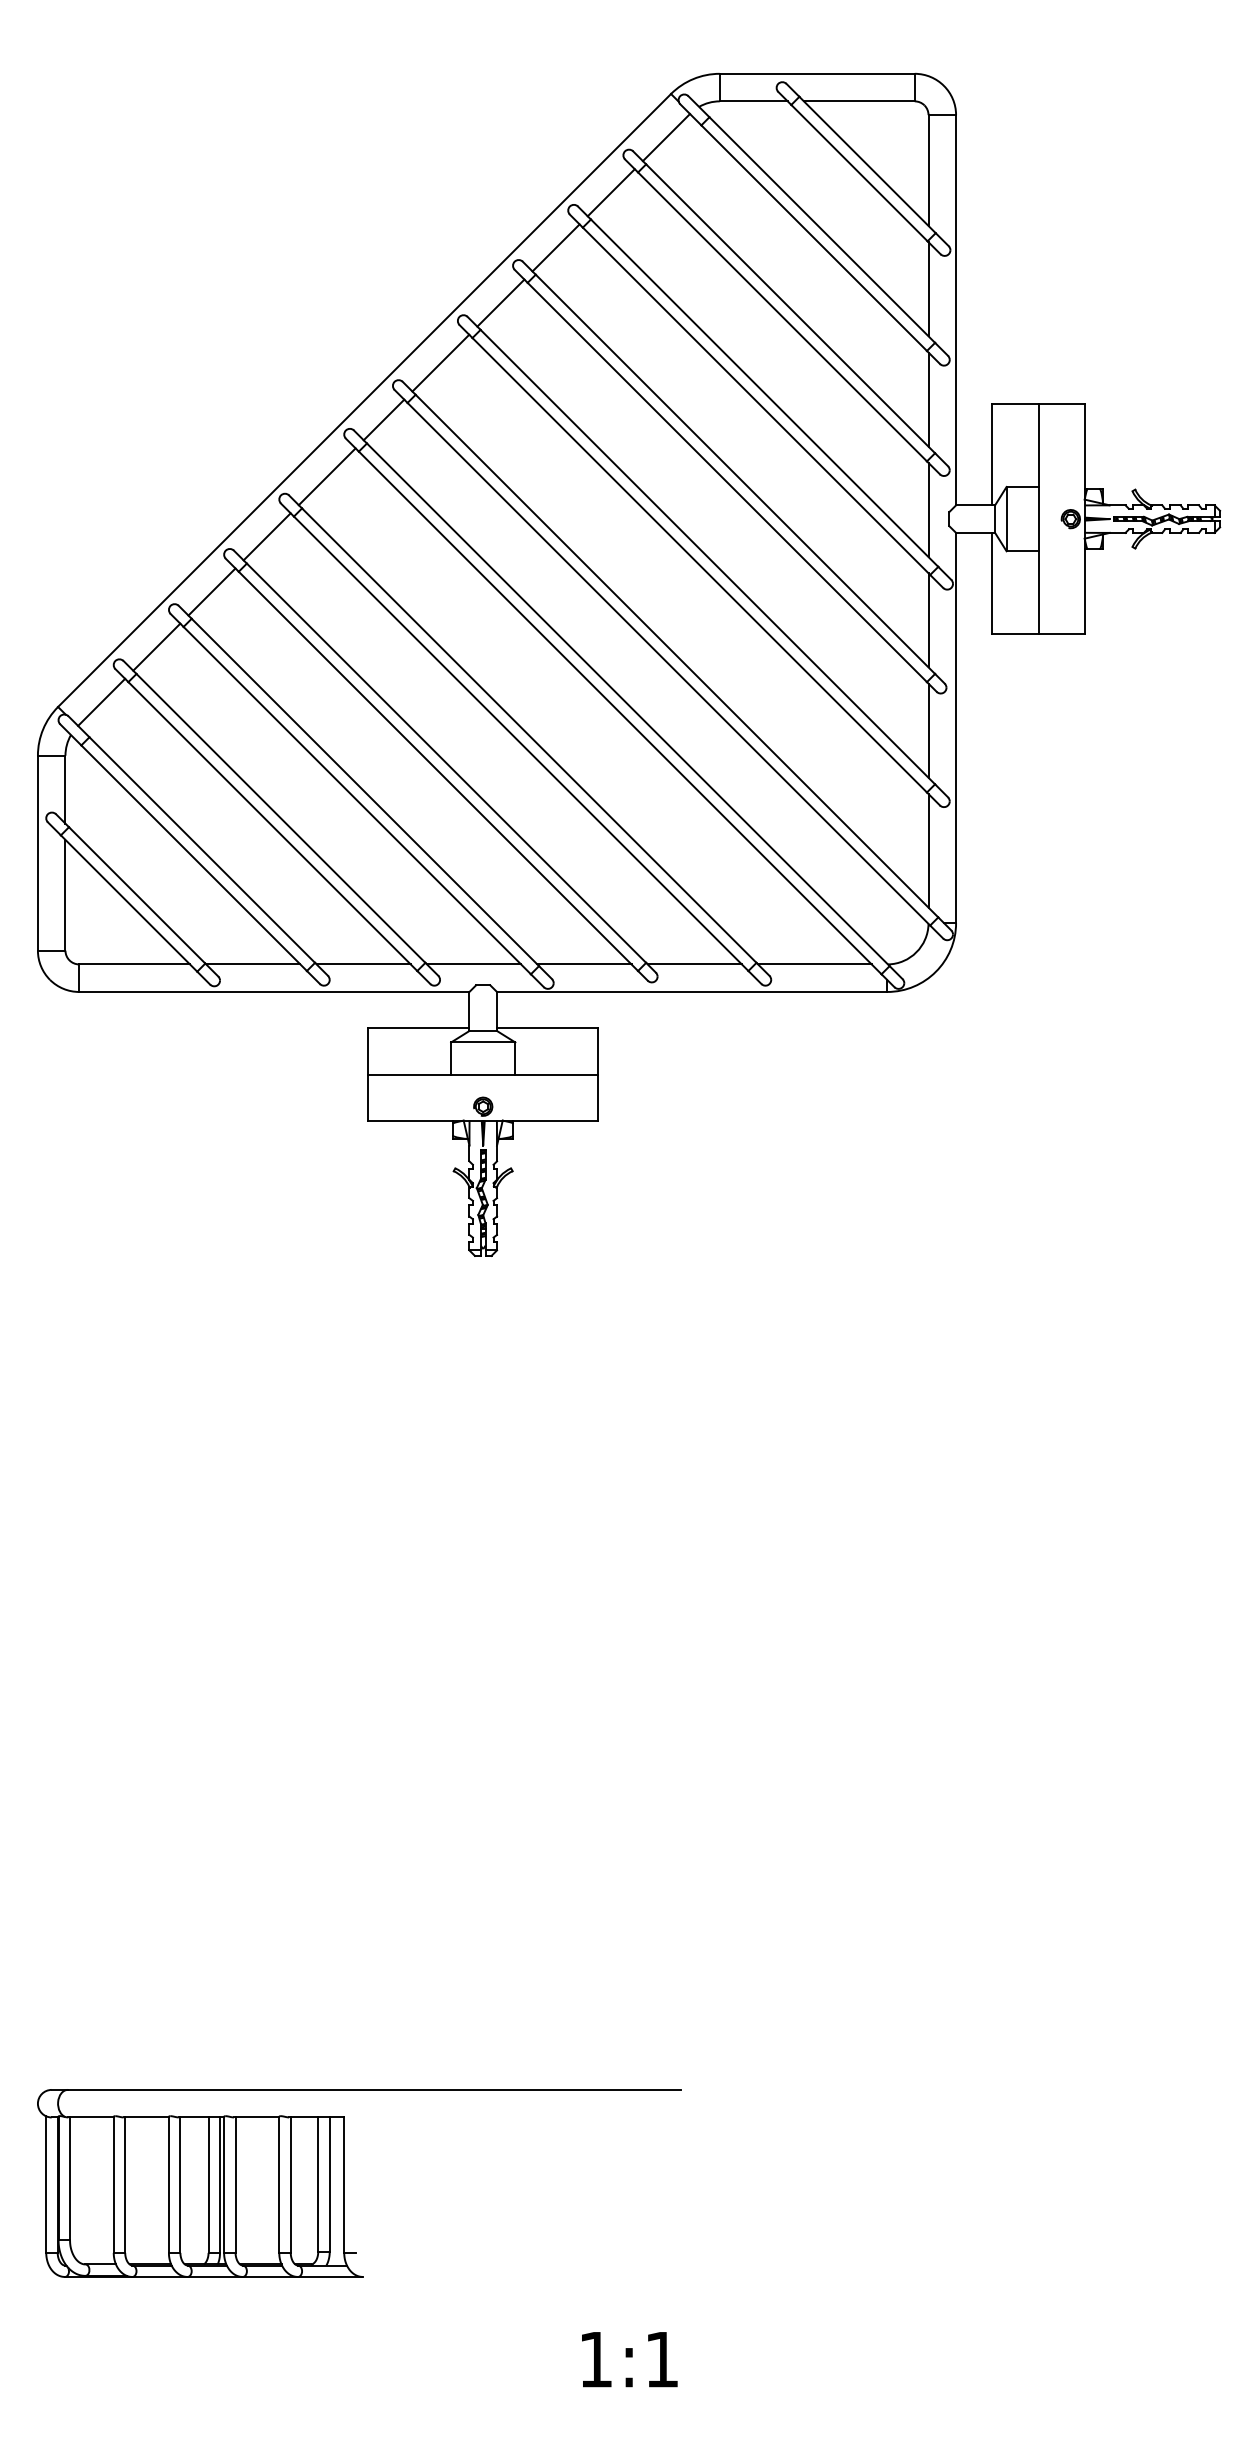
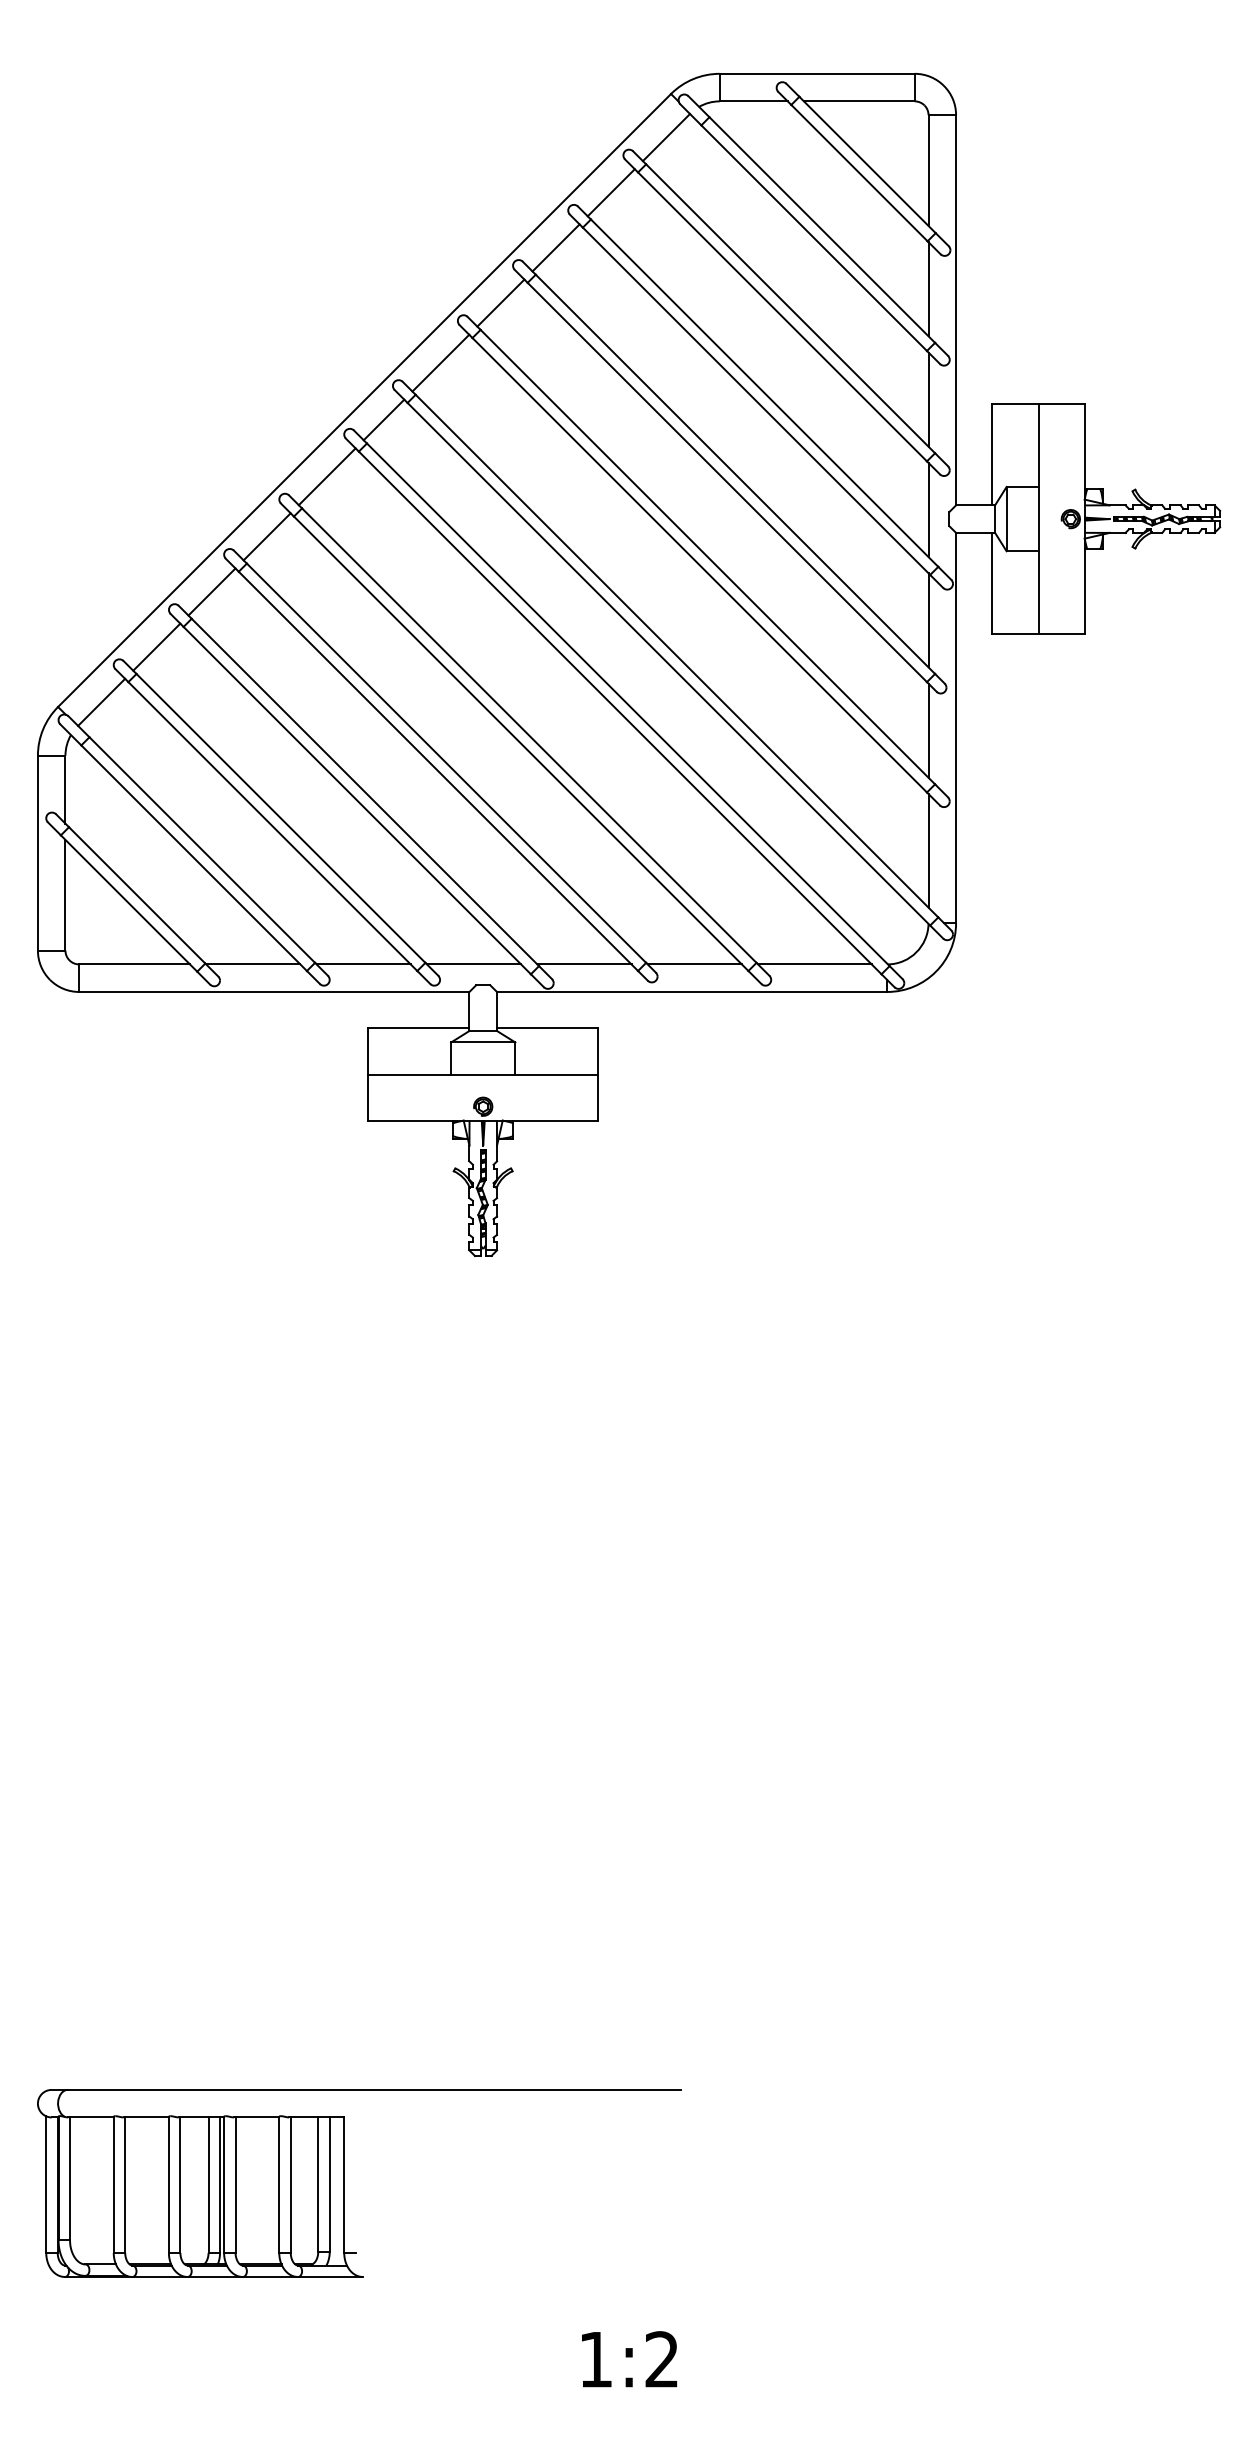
text at (661, 2359): 1:1 -> 1:2
